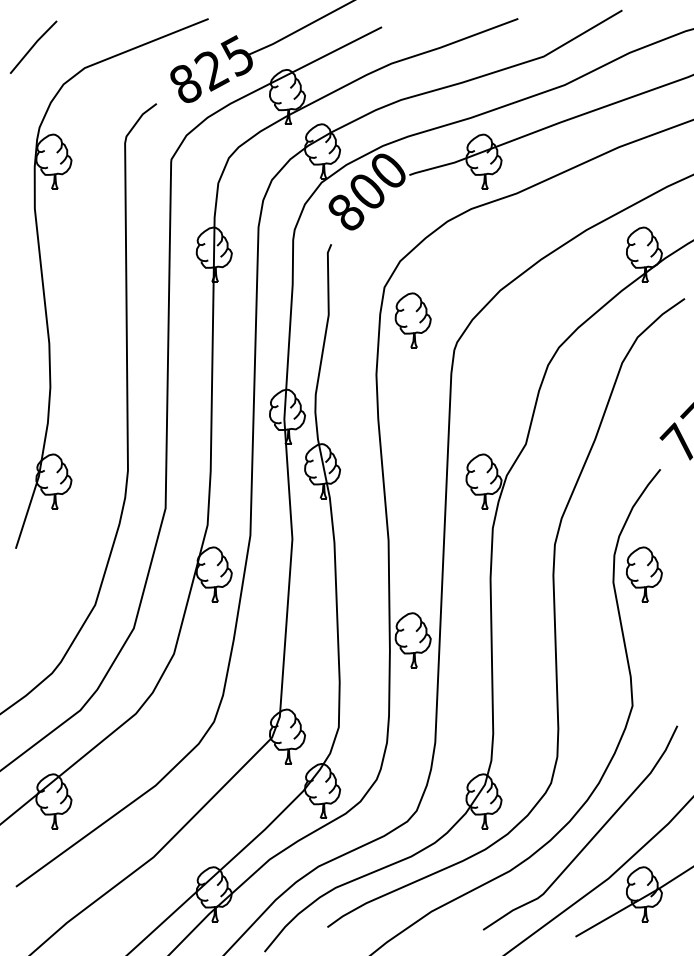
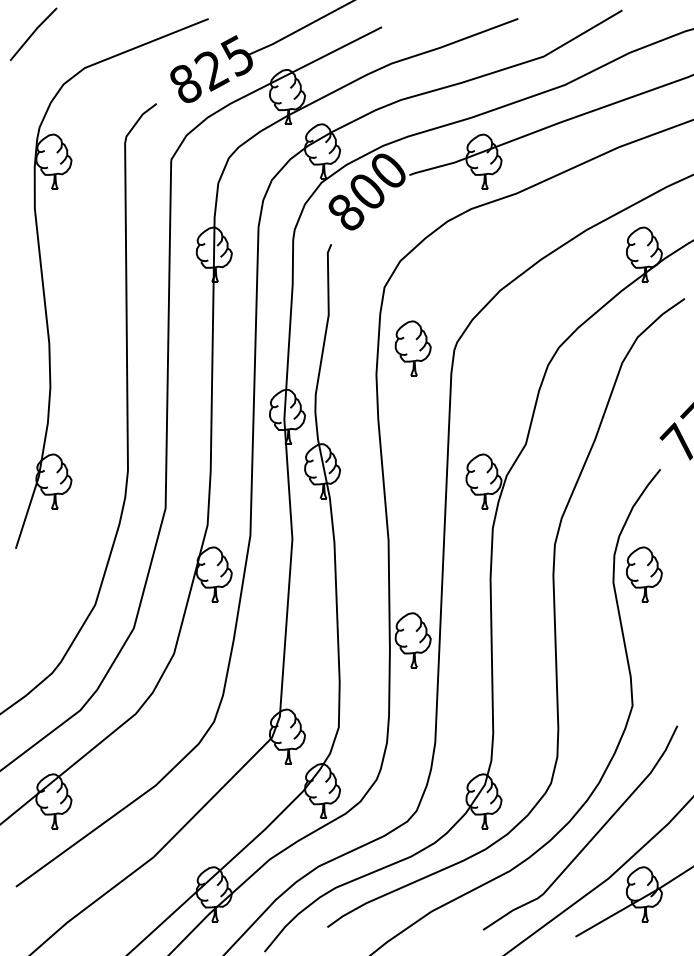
line at (33, 46) position: (33, 46) -> (33, 33)
part at (412, 320) position: (412, 320) -> (412, 348)
